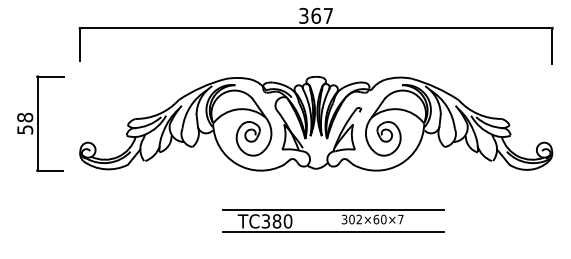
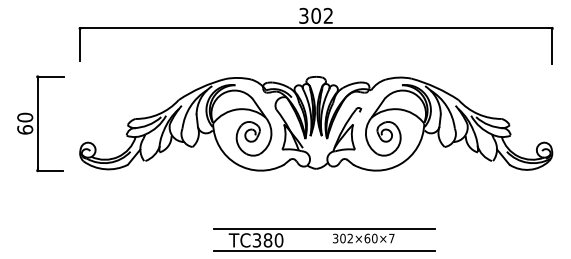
text at (321, 15): 367 -> 302
text at (25, 123): 58 -> 60
part at (341, 223) position: (341, 223) -> (332, 242)
